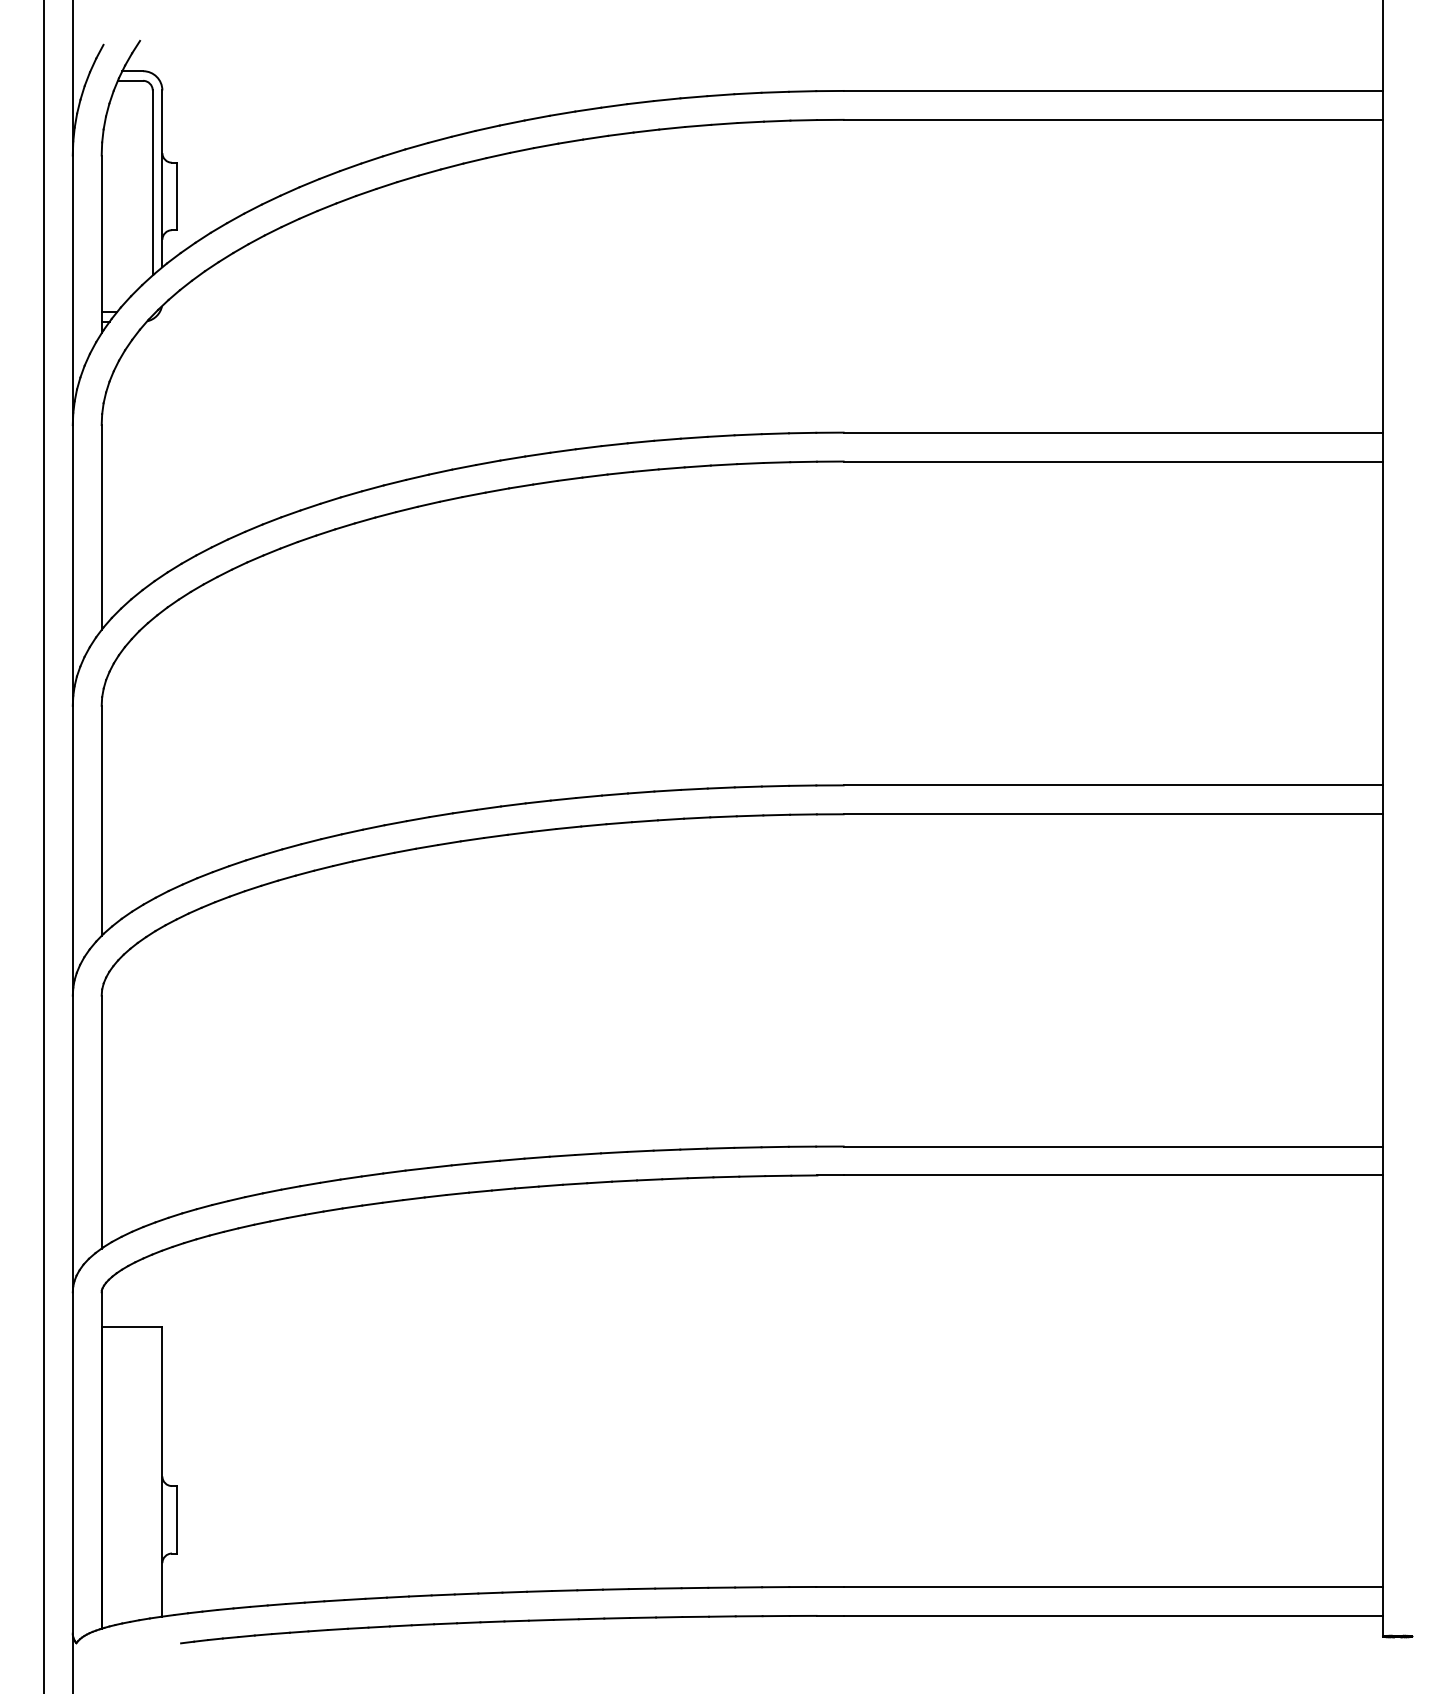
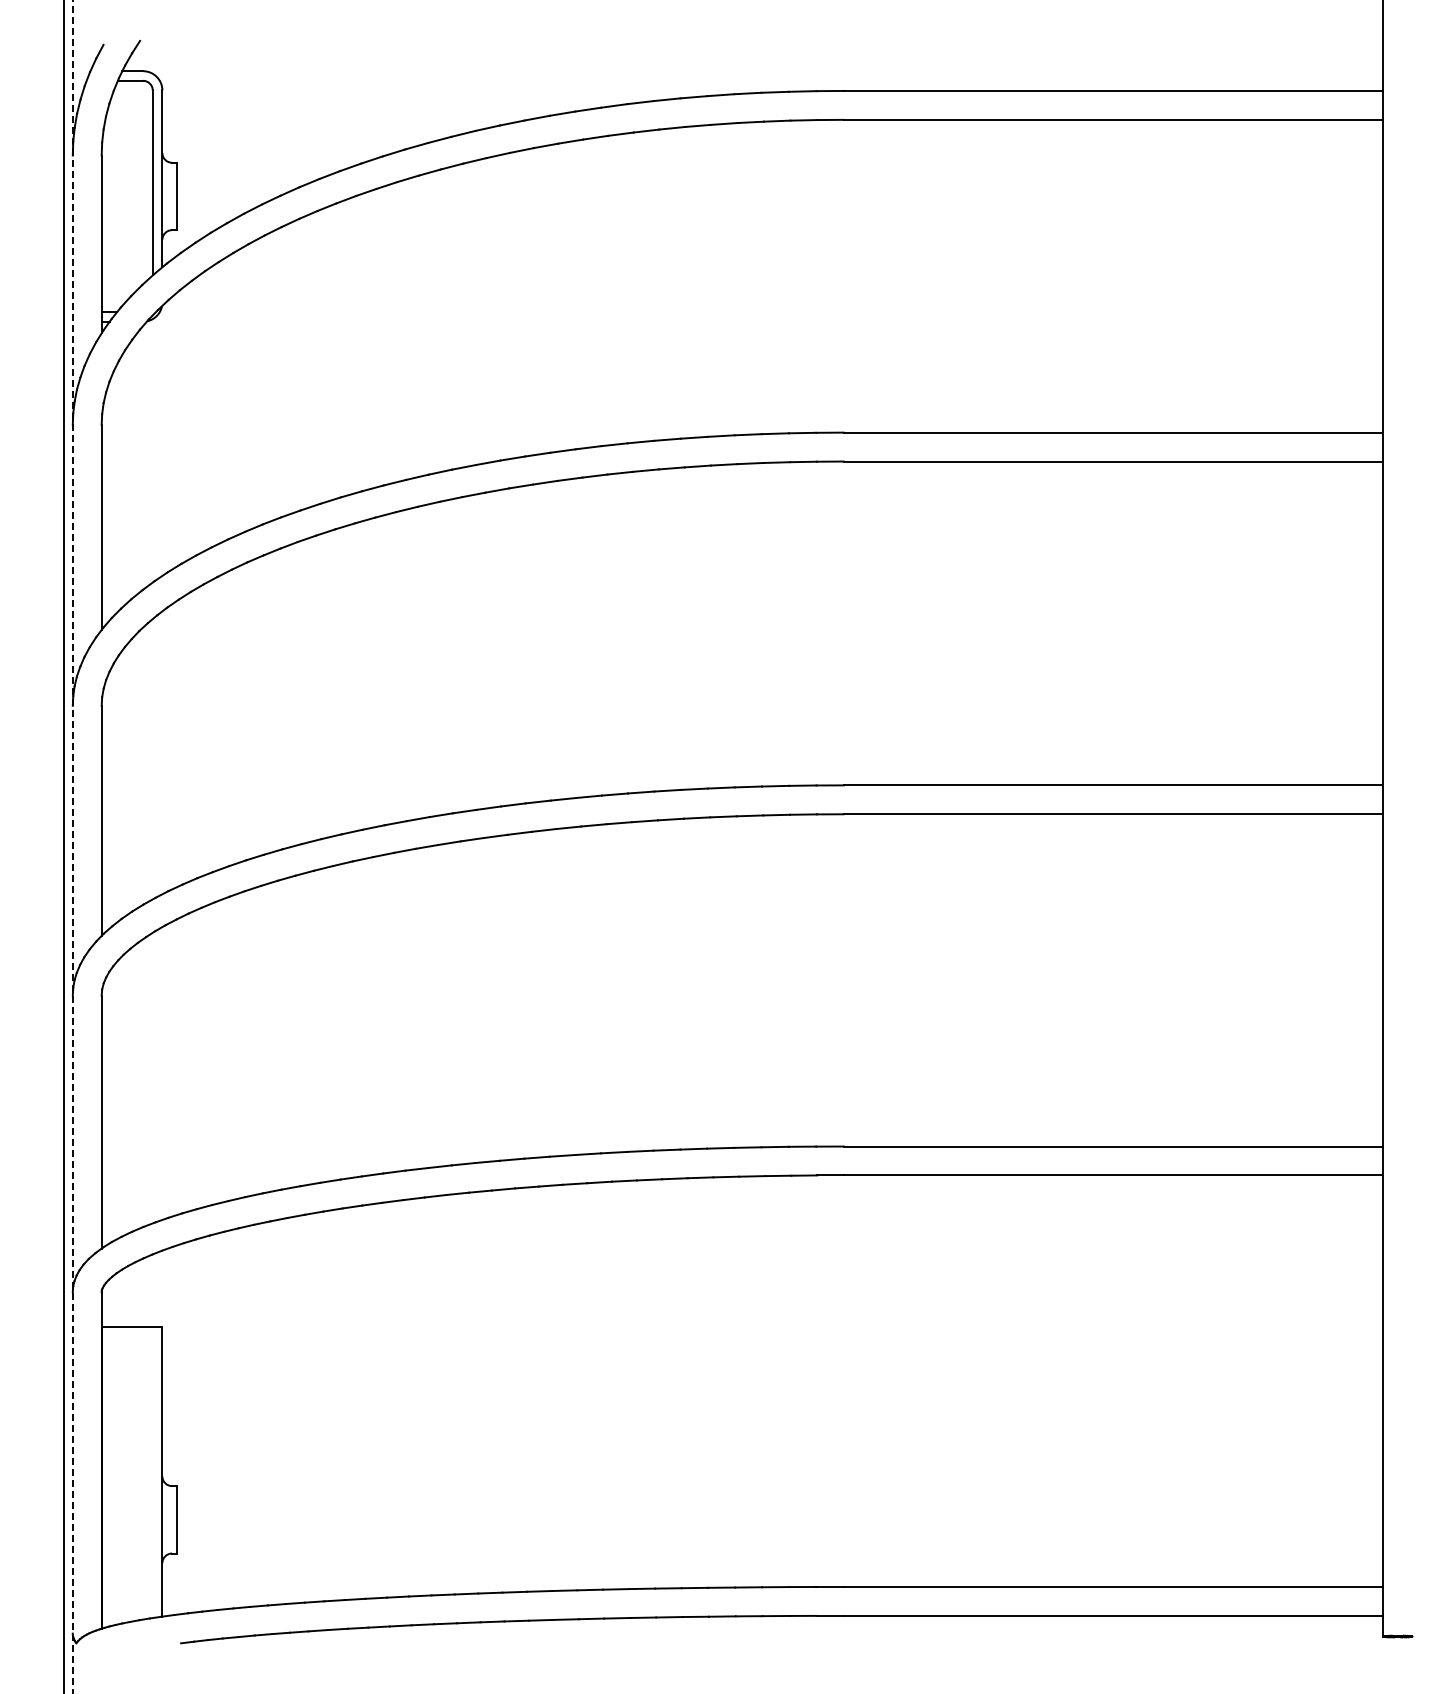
line at (43, 846) position: (43, 846) -> (63, 846)
line at (72, 847): solid -> dashed
